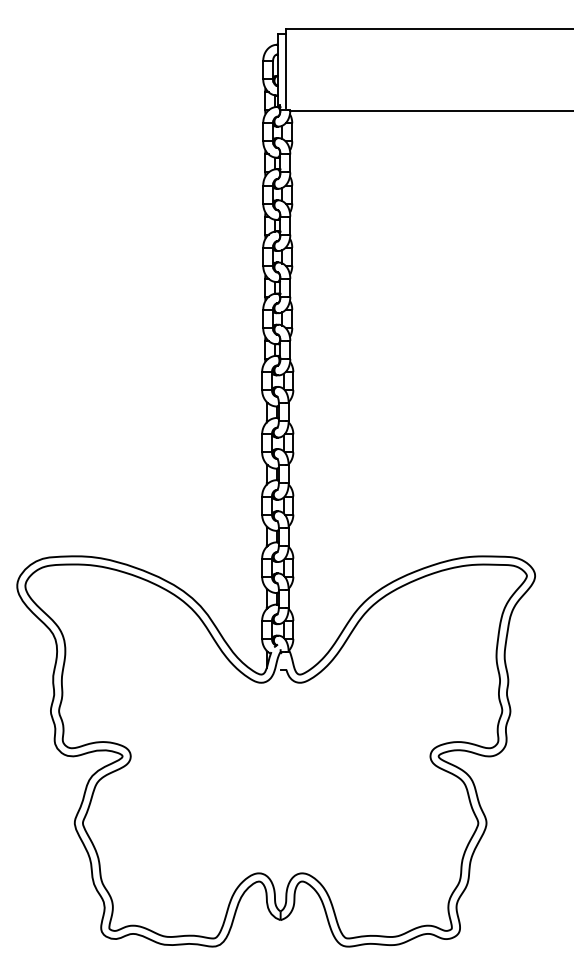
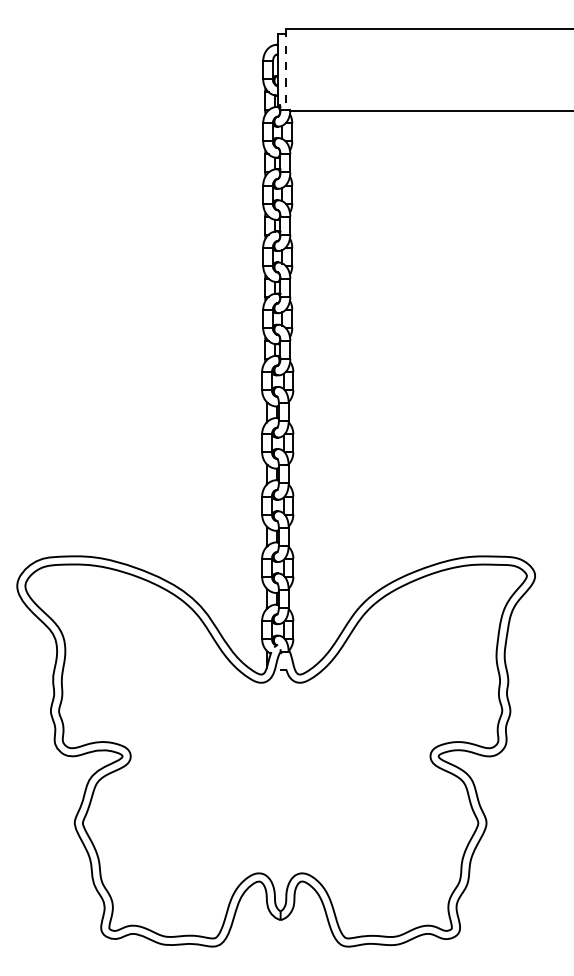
line at (285, 68): solid -> dashed
